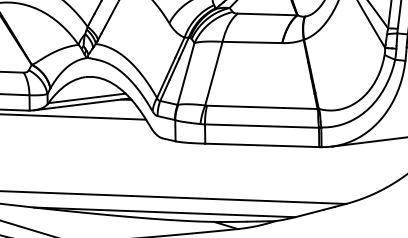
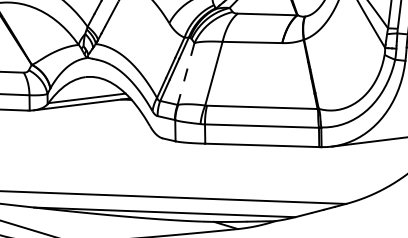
line at (185, 74): solid -> dashed
line at (74, 116): present -> none
